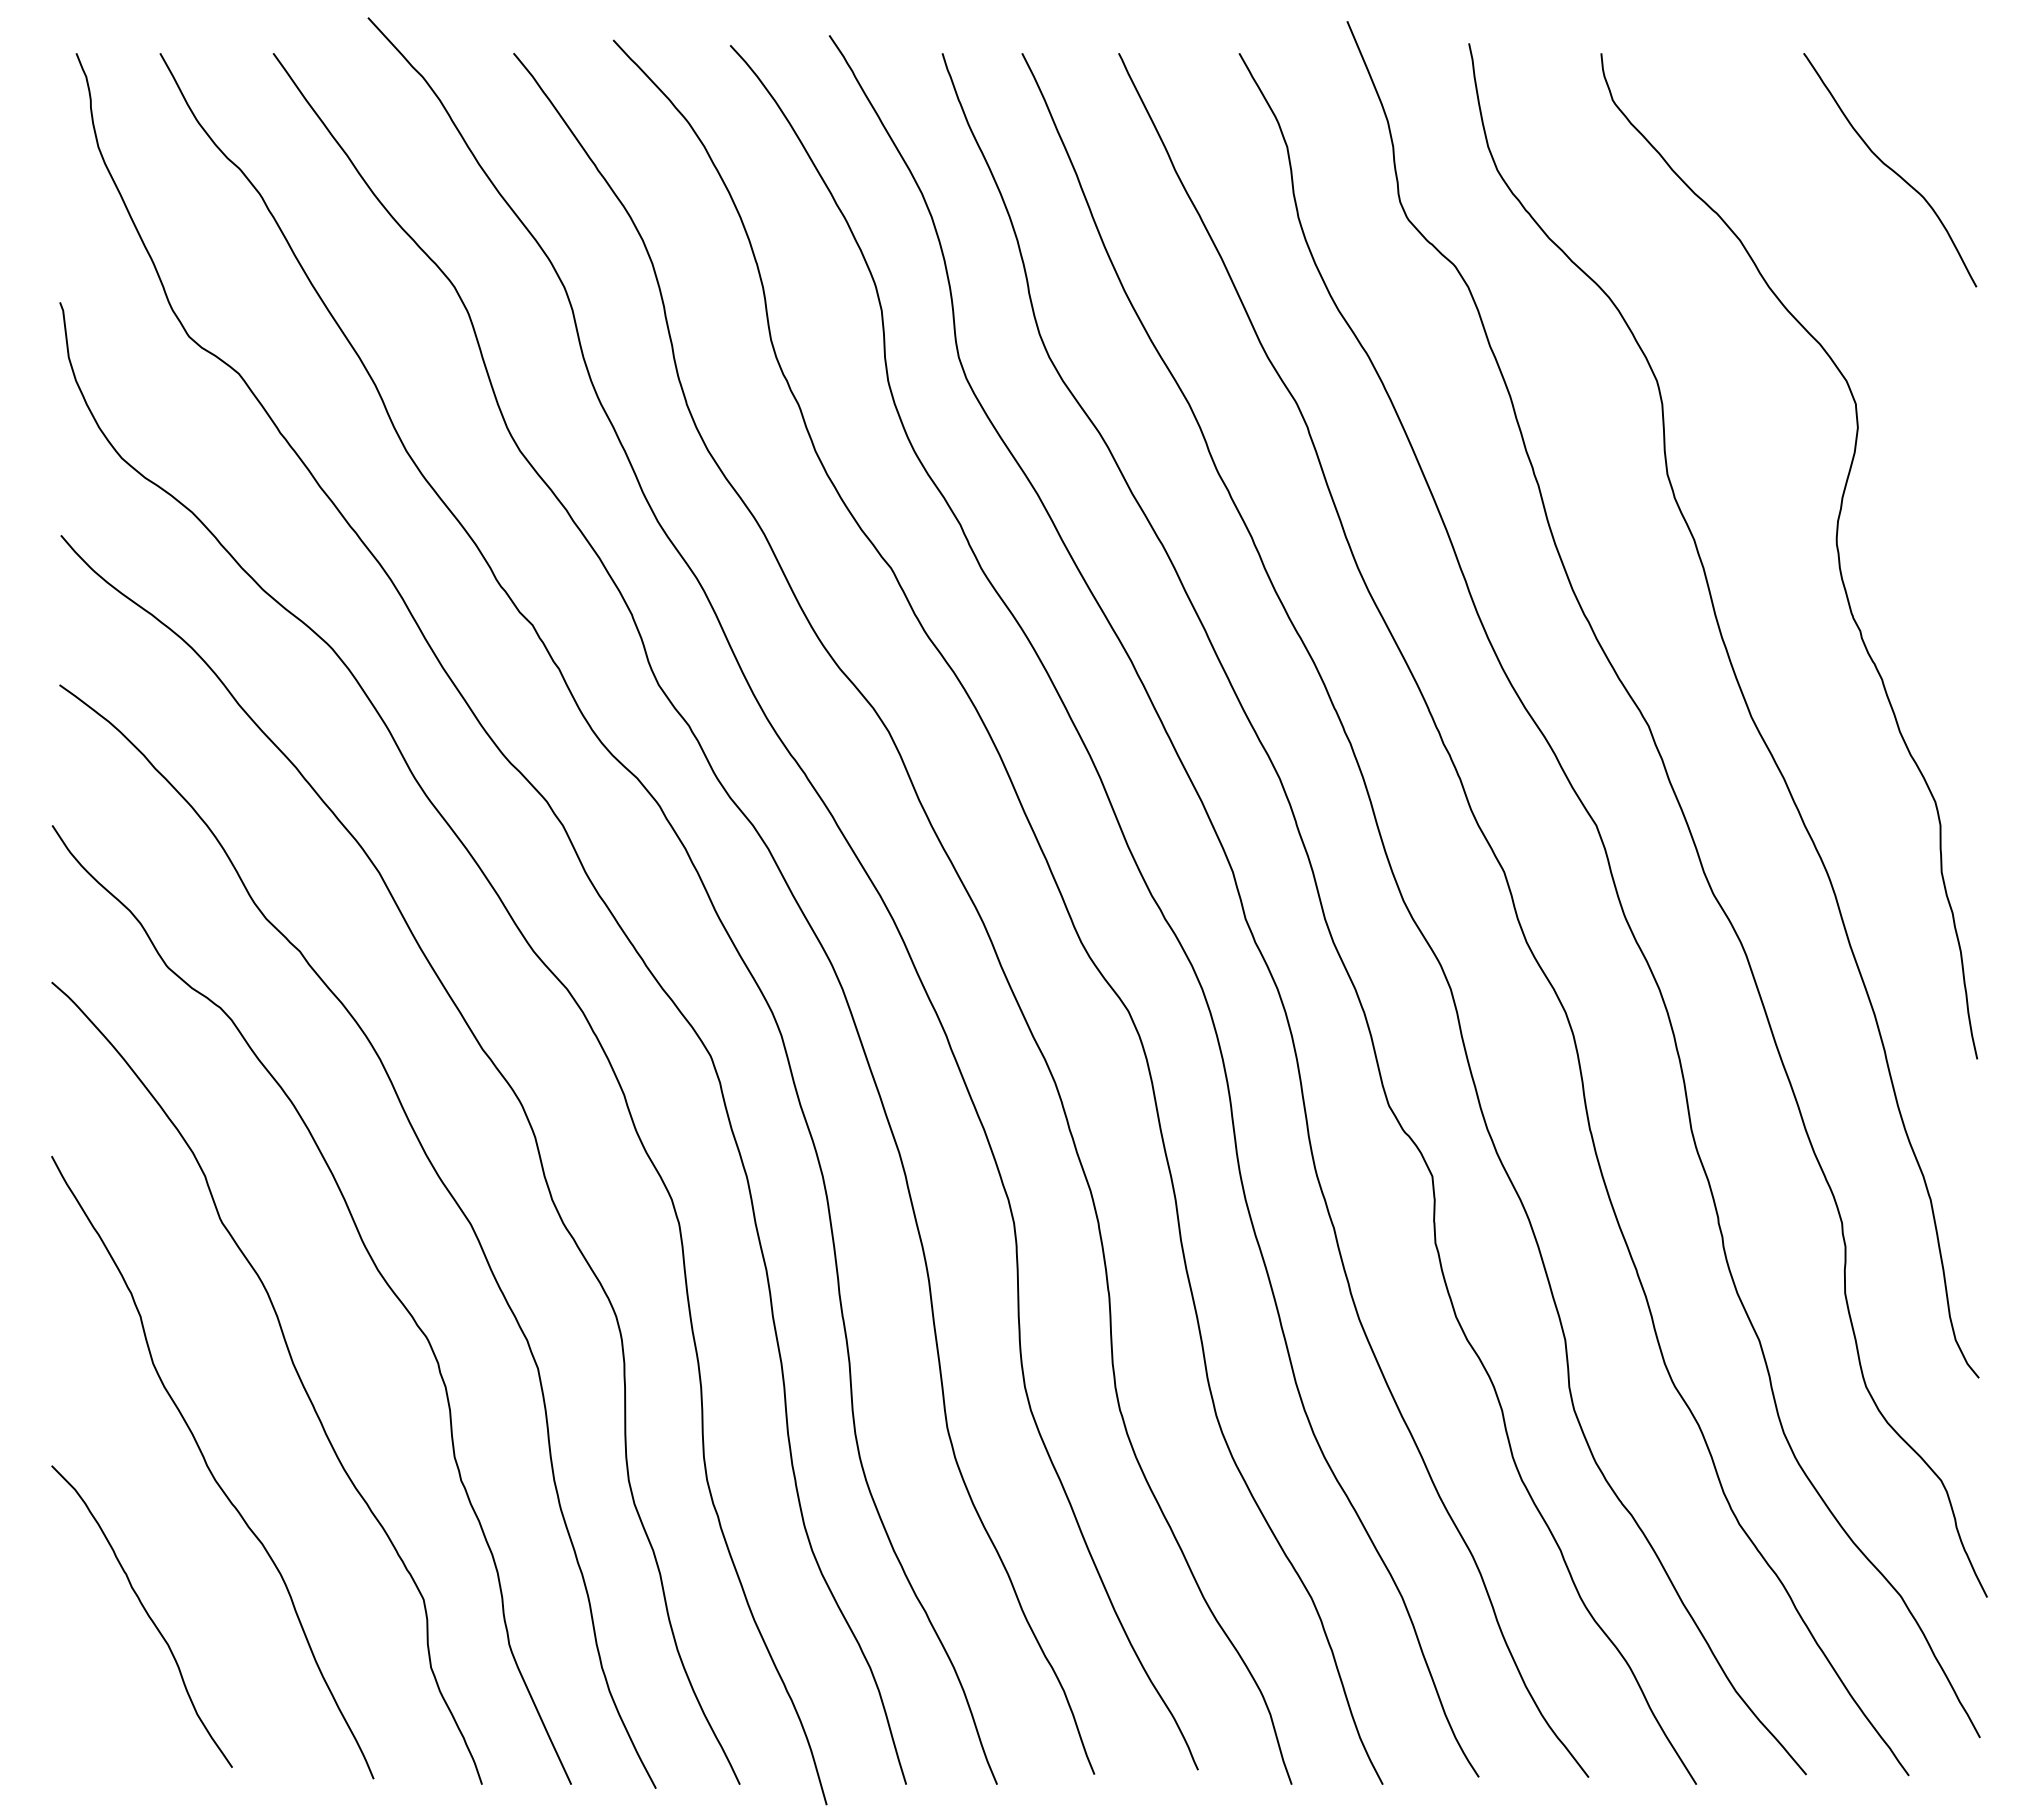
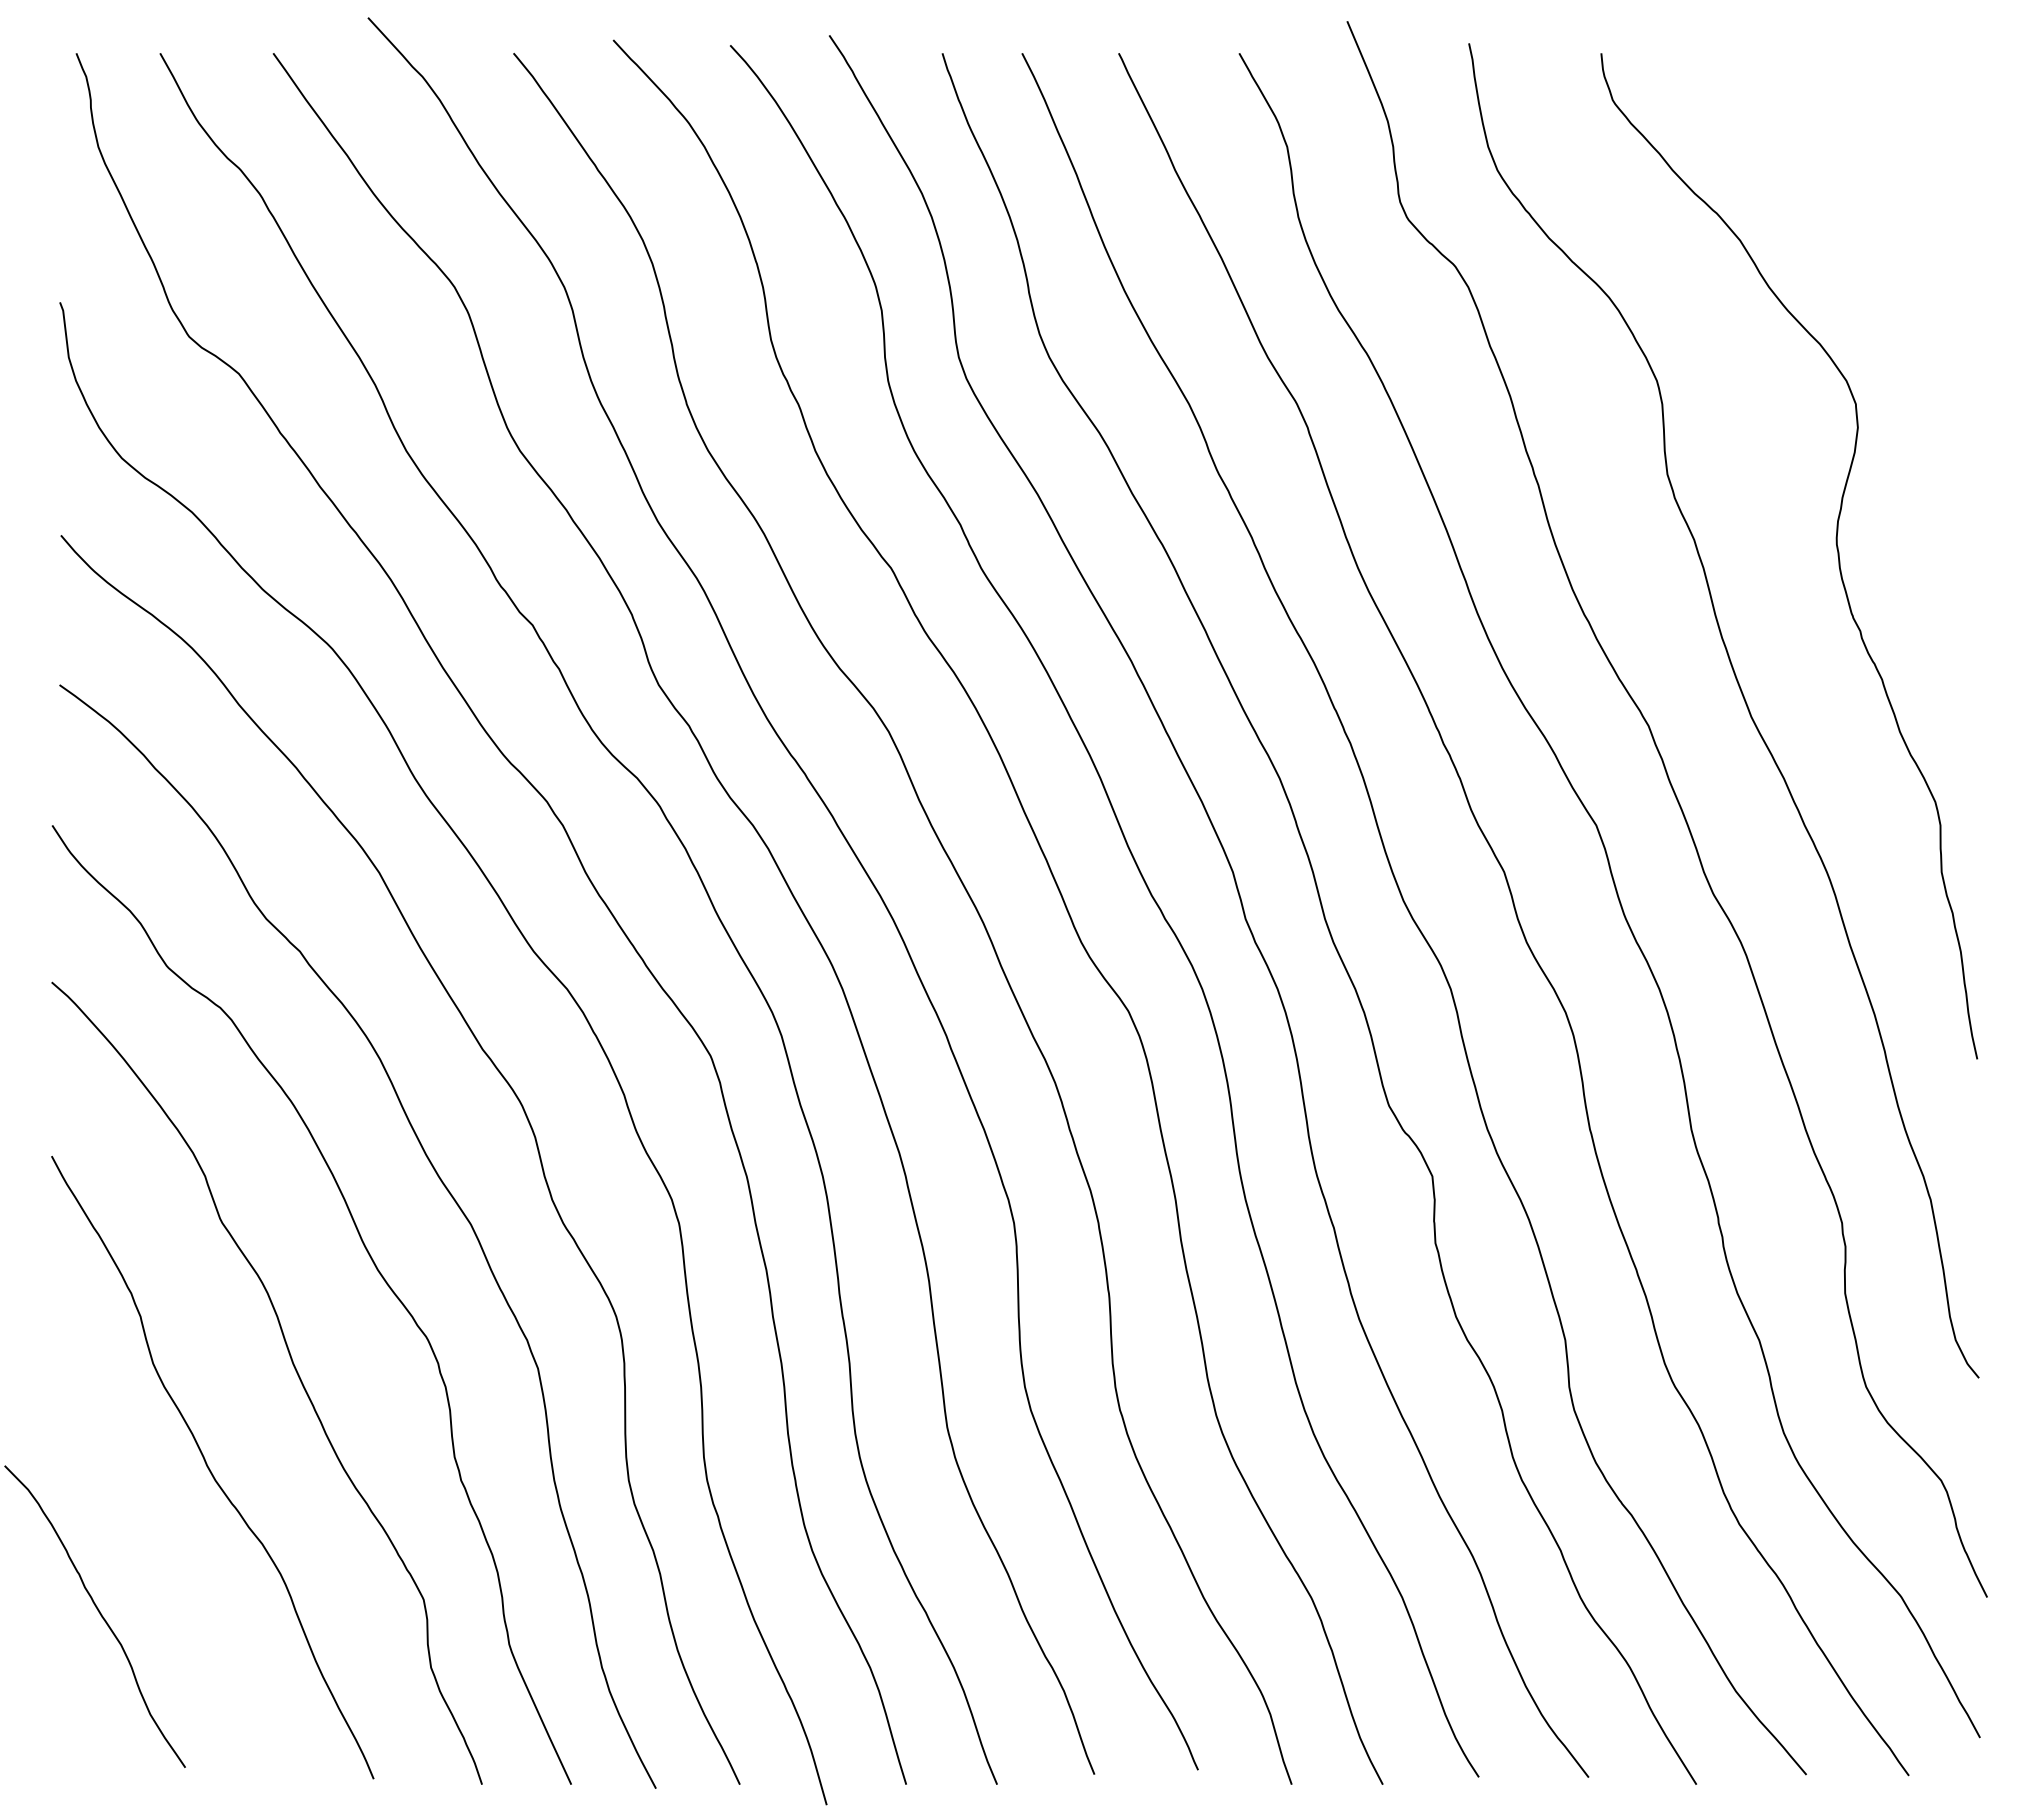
curve at (1890, 169): present -> none
curve at (146, 1614) position: (146, 1614) -> (99, 1614)
